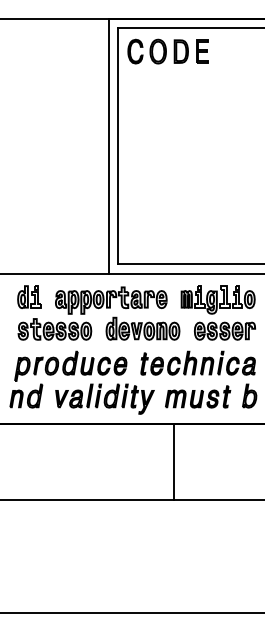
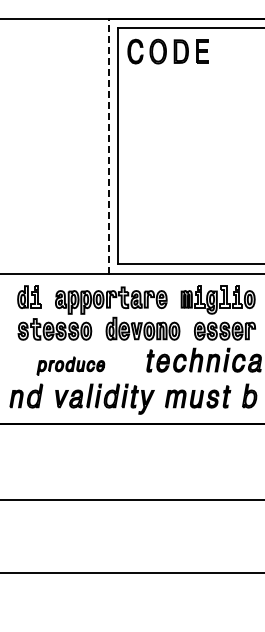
line at (108, 145): solid -> dashed
part at (197, 362) position: (197, 362) -> (203, 359)
part at (70, 365) size: 114x32 px -> 70x20 px
line at (173, 461): present -> none
line at (131, 613) position: (131, 613) -> (131, 573)
